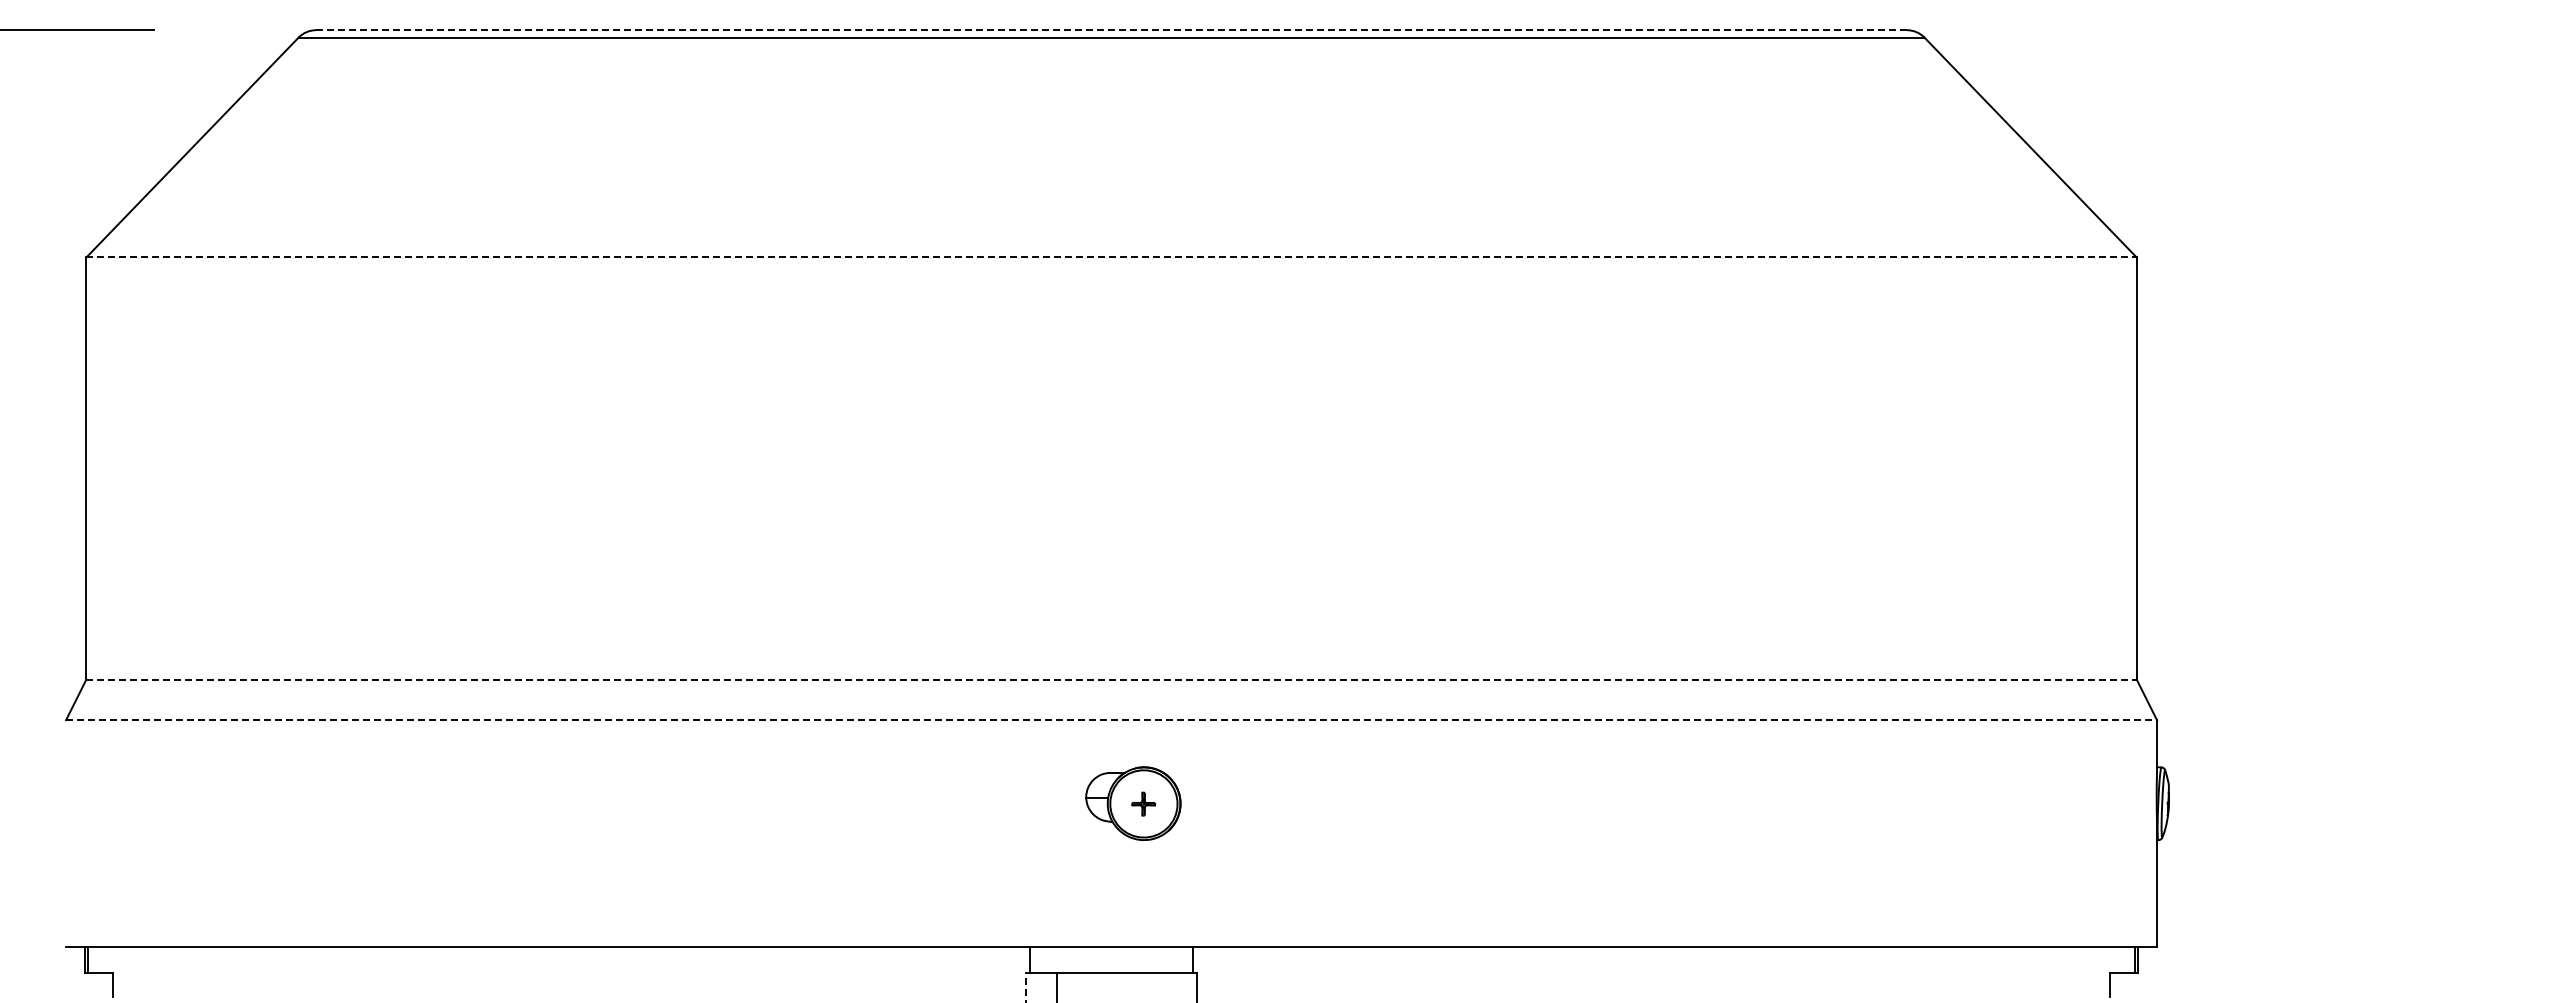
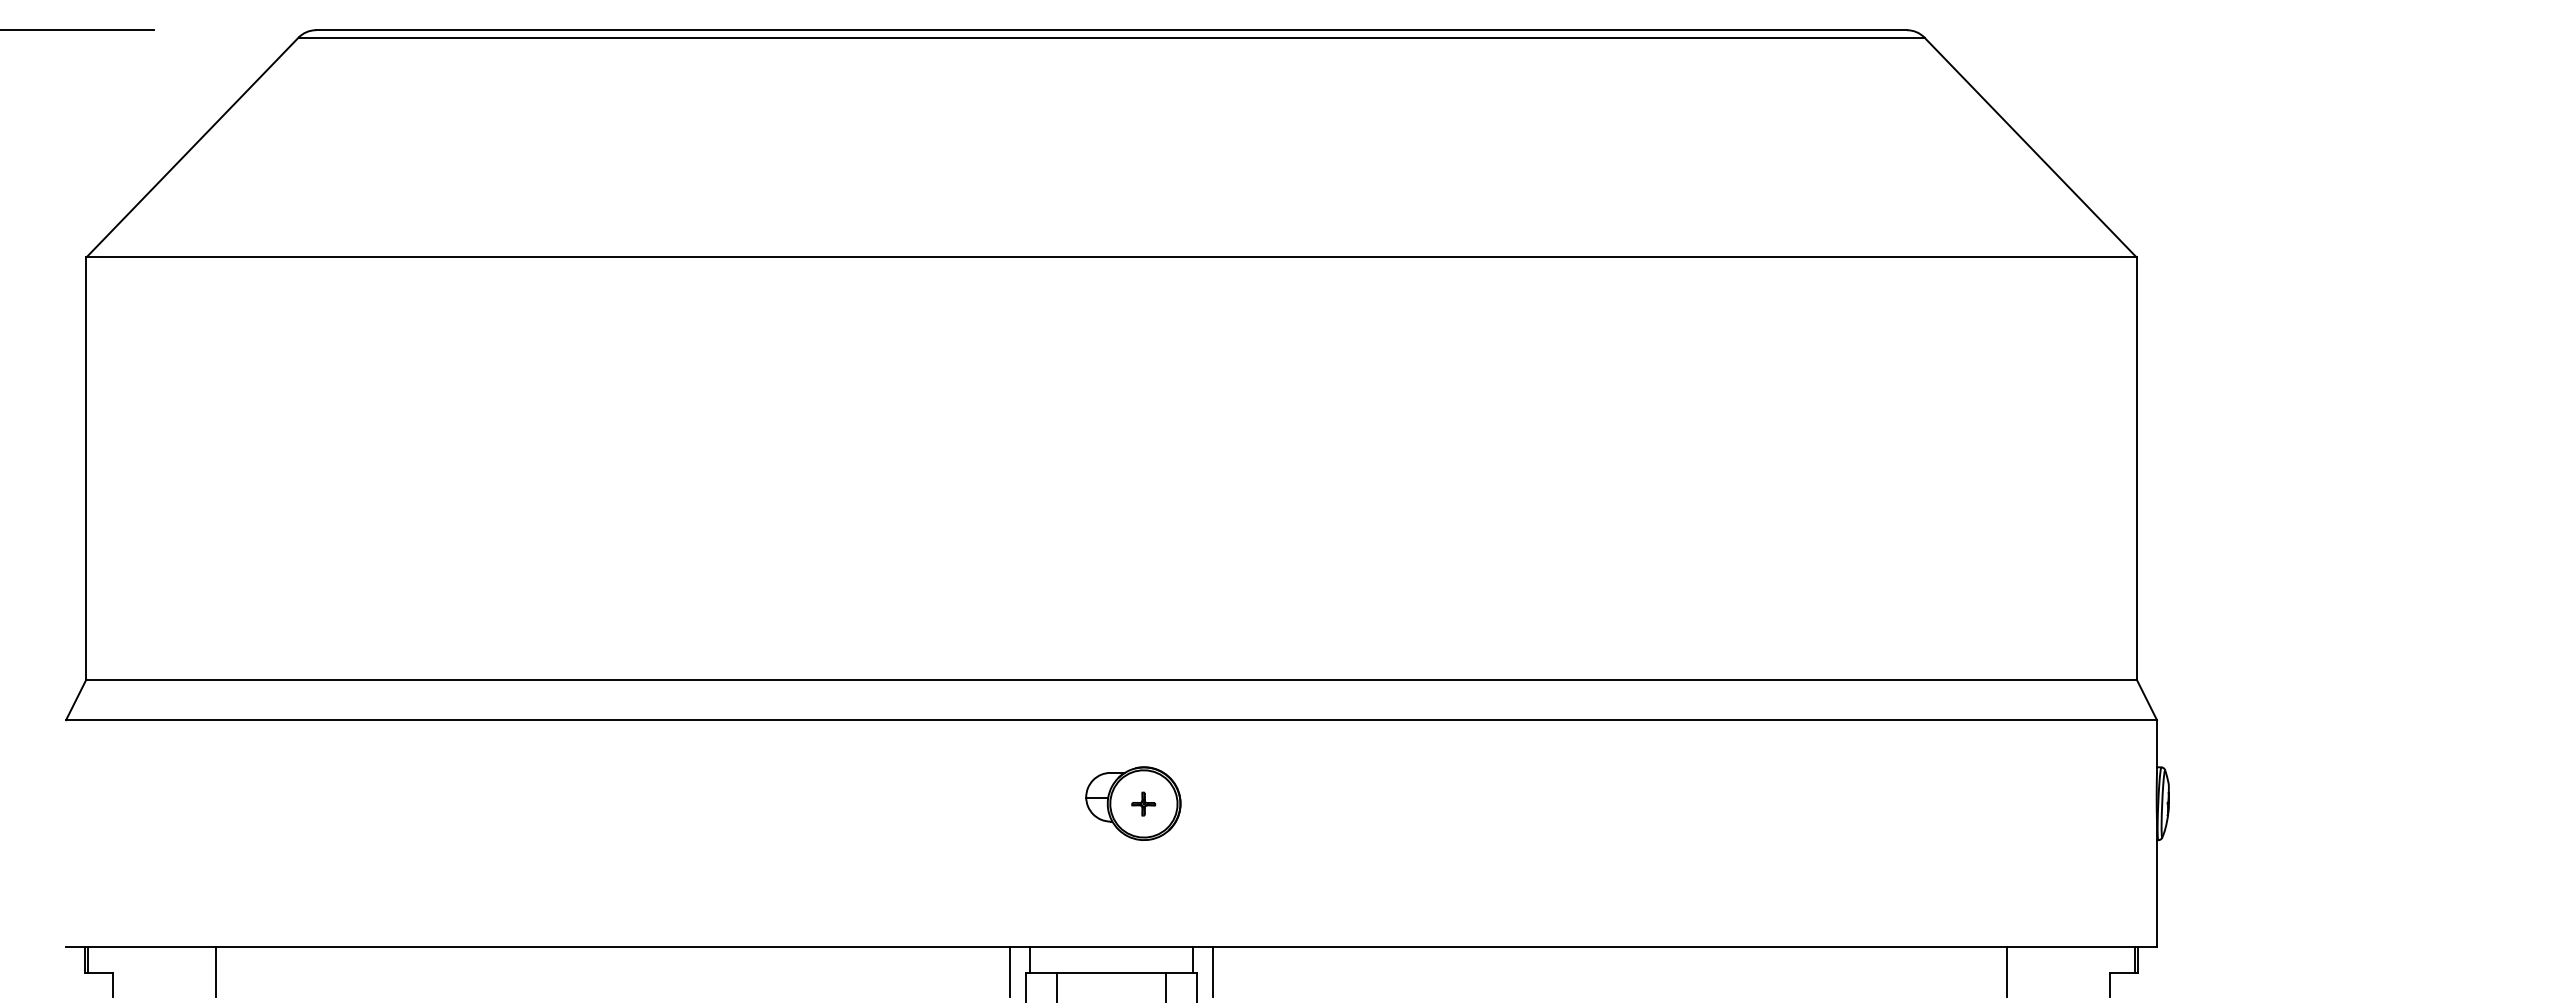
line at (1111, 30): dashed -> solid
line at (1112, 257): dashed -> solid
line at (1112, 679): dashed -> solid
line at (1112, 720): dashed -> solid
line at (216, 972): none -> present
line at (1010, 972): none -> present
line at (1213, 972): none -> present
line at (2006, 972): none -> present
line at (1166, 985): none -> present
line at (1026, 987): dashed -> solid
